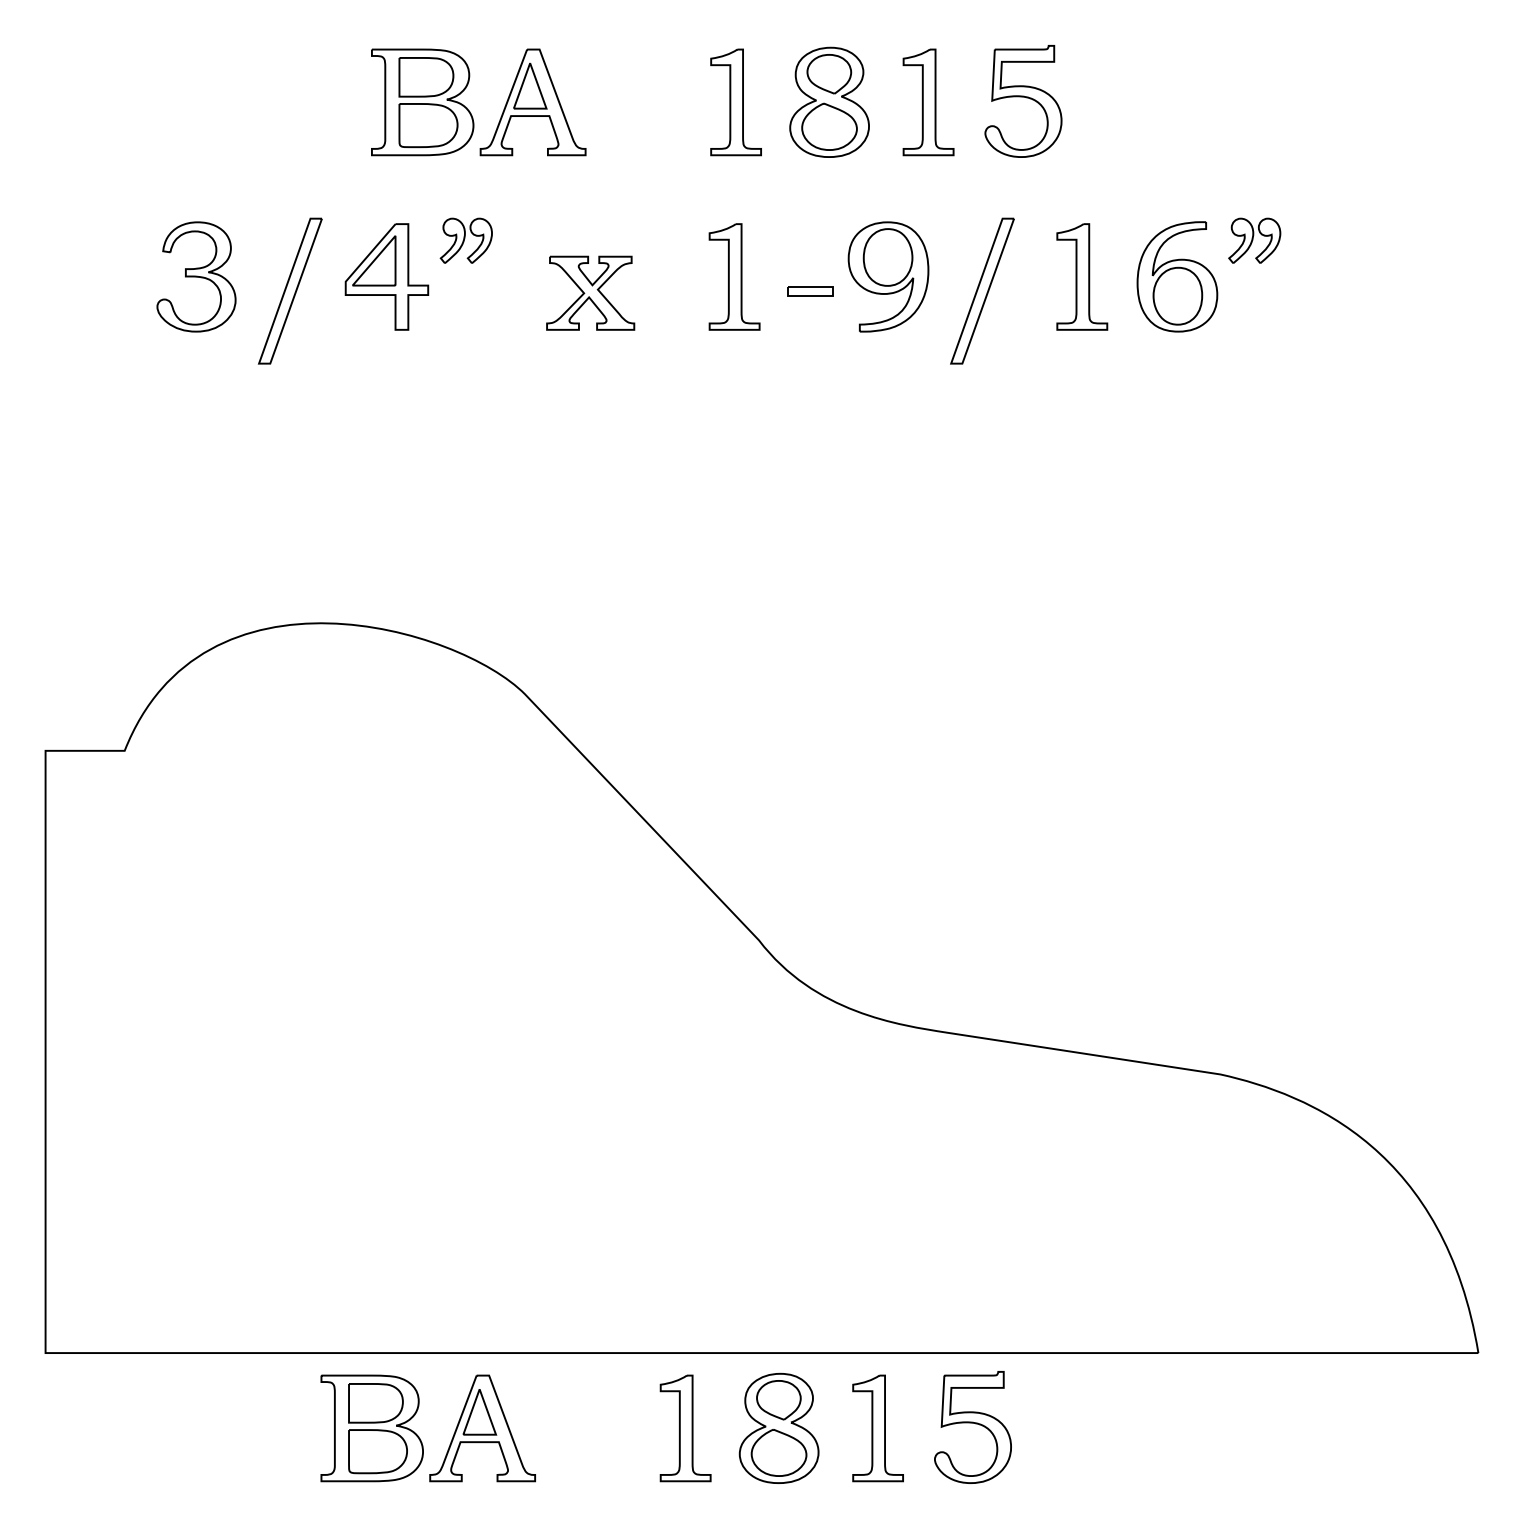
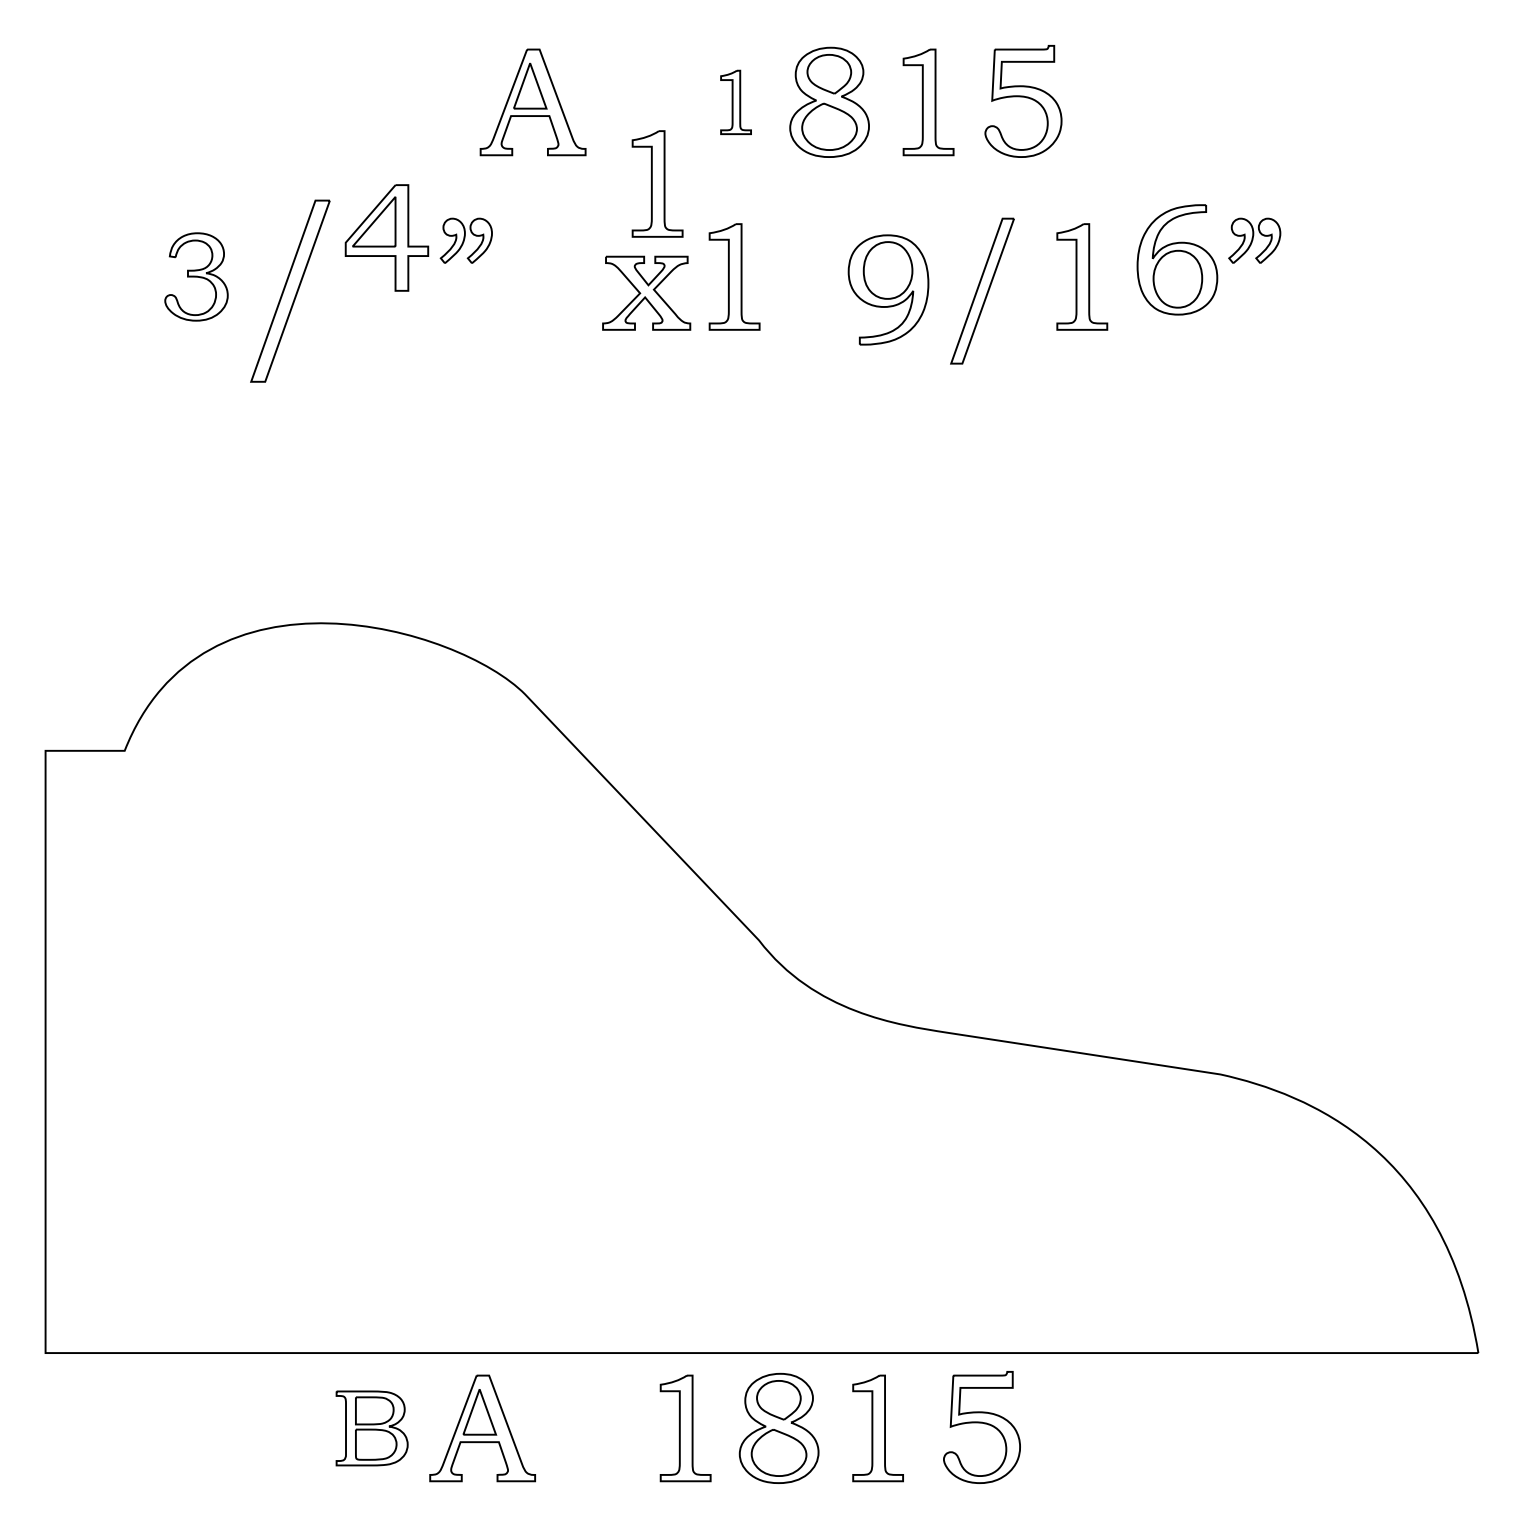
part at (422, 102): present -> none
part at (735, 102) size: 52x109 px -> 32x66 px
part at (657, 183): none -> present
part at (196, 276) size: 81x112 px -> 65x90 px
part at (386, 276) position: (386, 276) -> (386, 237)
part at (888, 276) position: (888, 276) -> (888, 289)
part at (1177, 276) position: (1177, 276) -> (1177, 259)
part at (290, 290) size: 65x148 px -> 81x184 px
part at (810, 291): present -> none
part at (590, 292) position: (590, 292) -> (646, 292)
part at (972, 1427) position: (972, 1427) -> (981, 1427)
part at (371, 1428) size: 104x109 px -> 74x77 px
